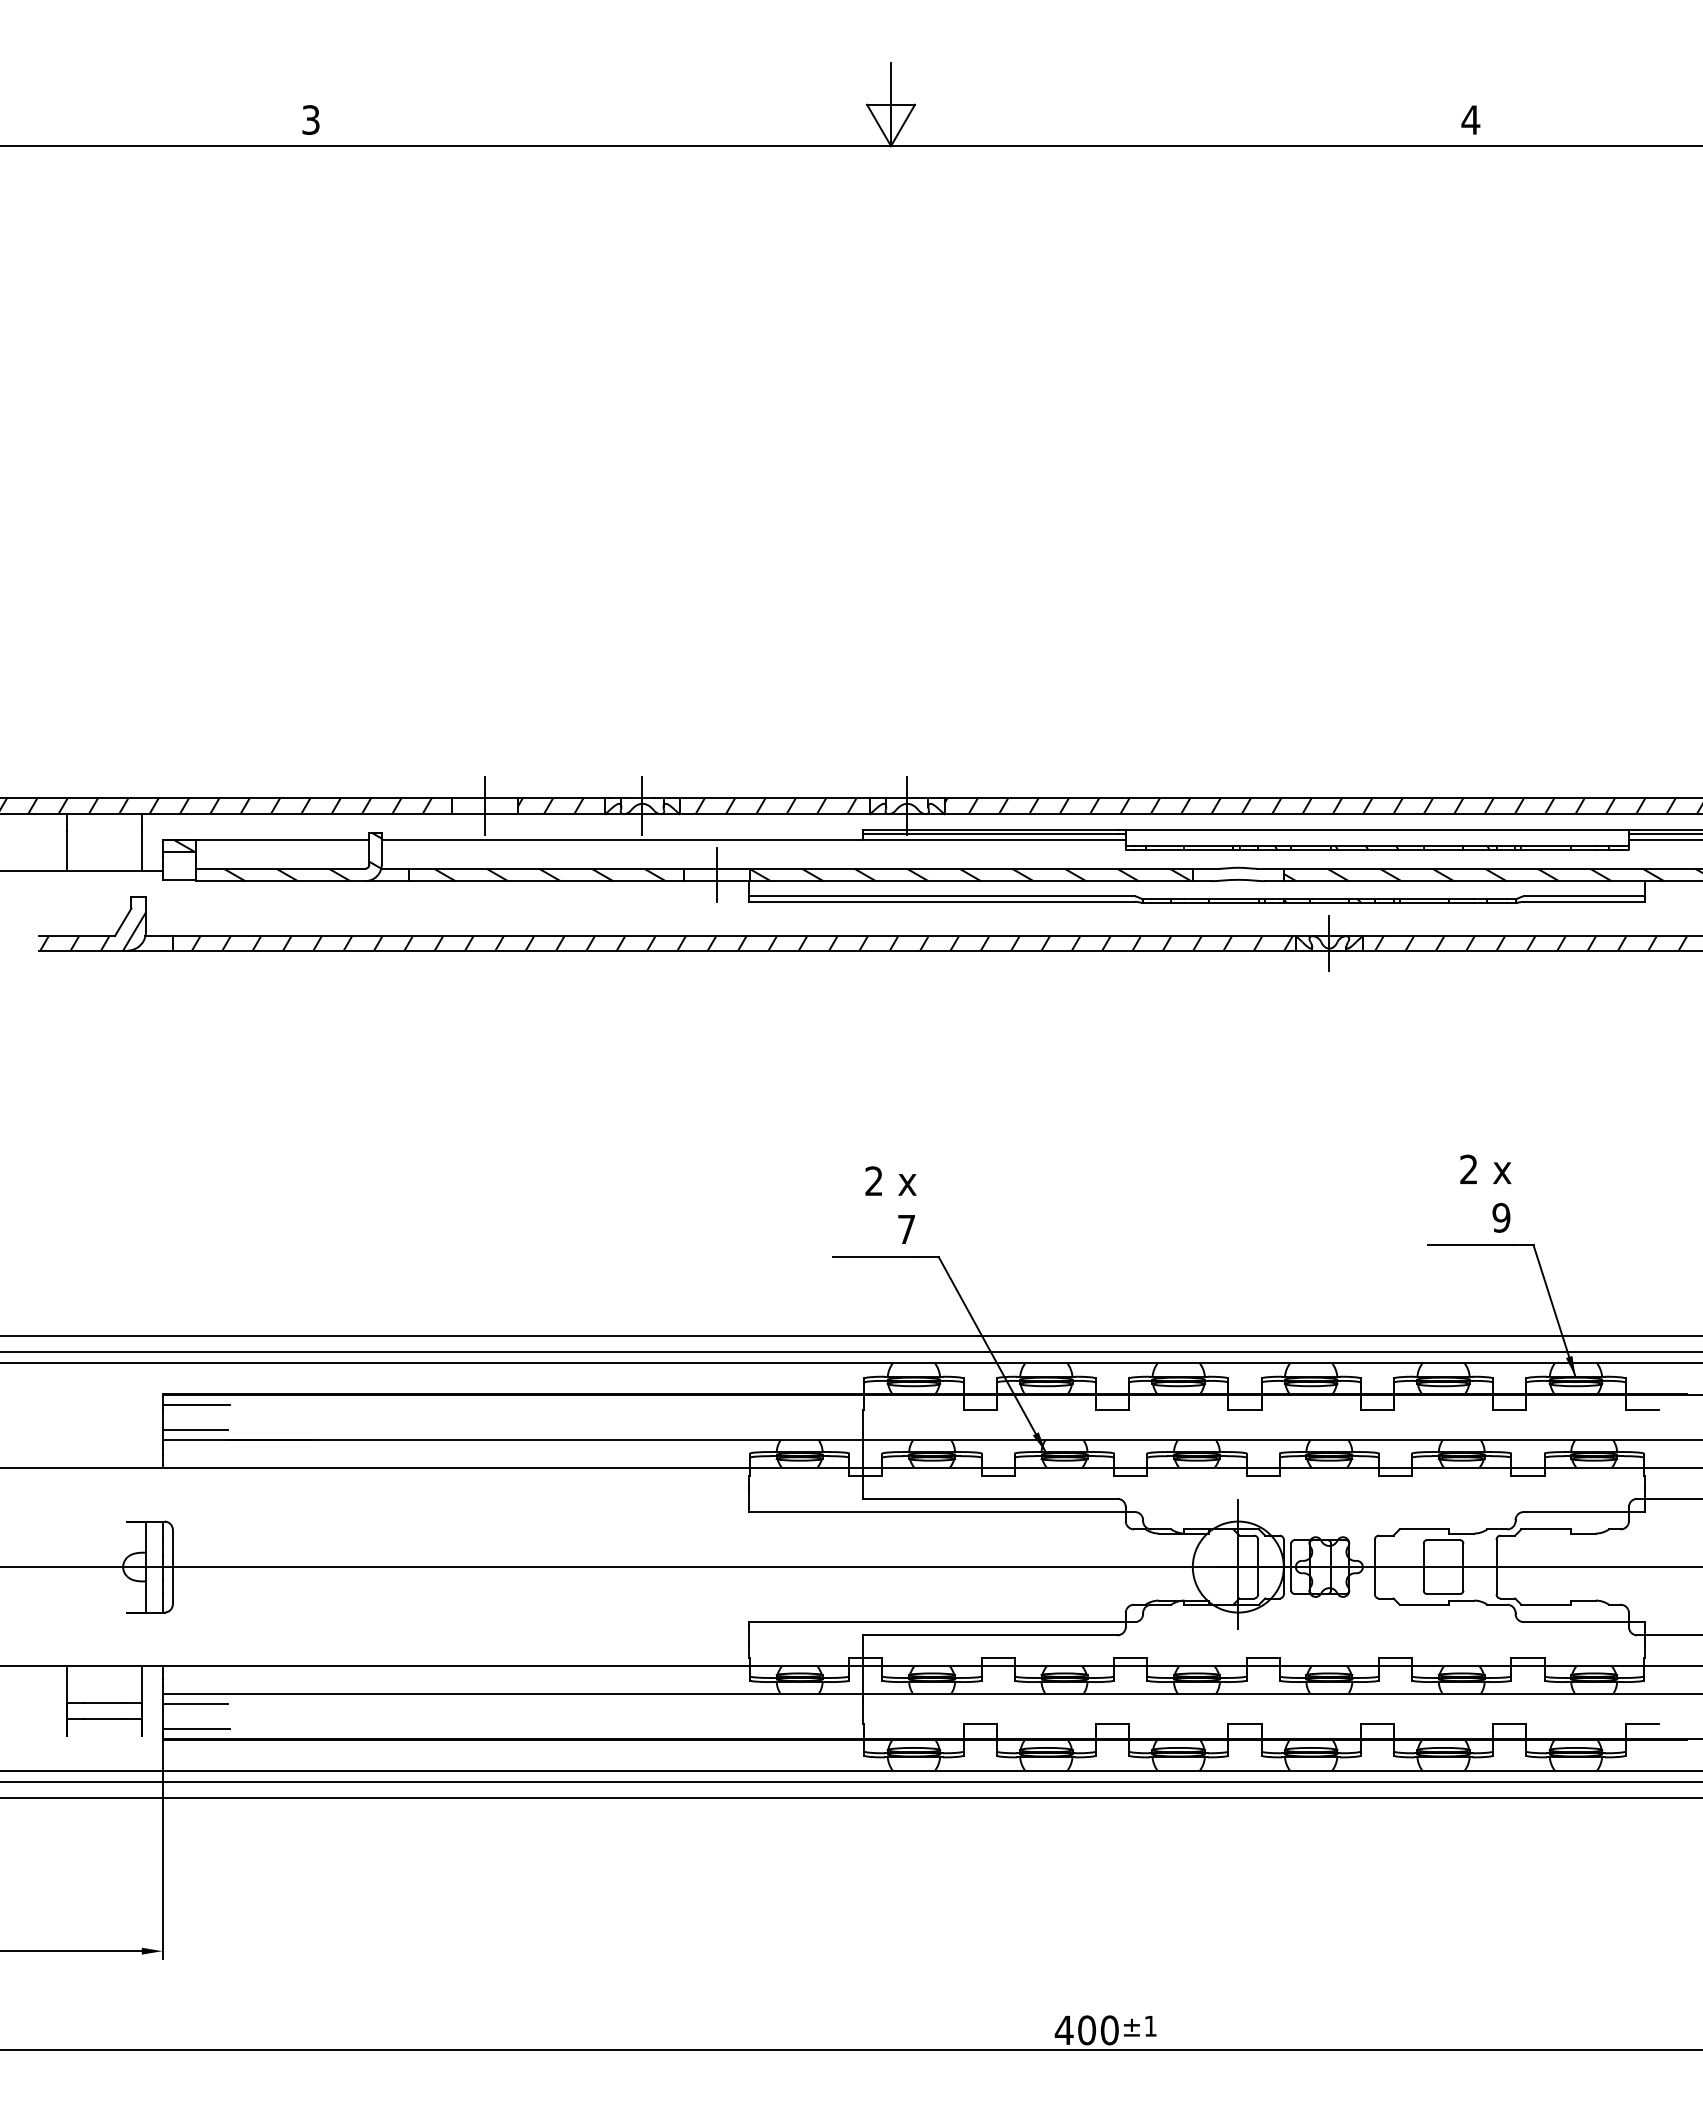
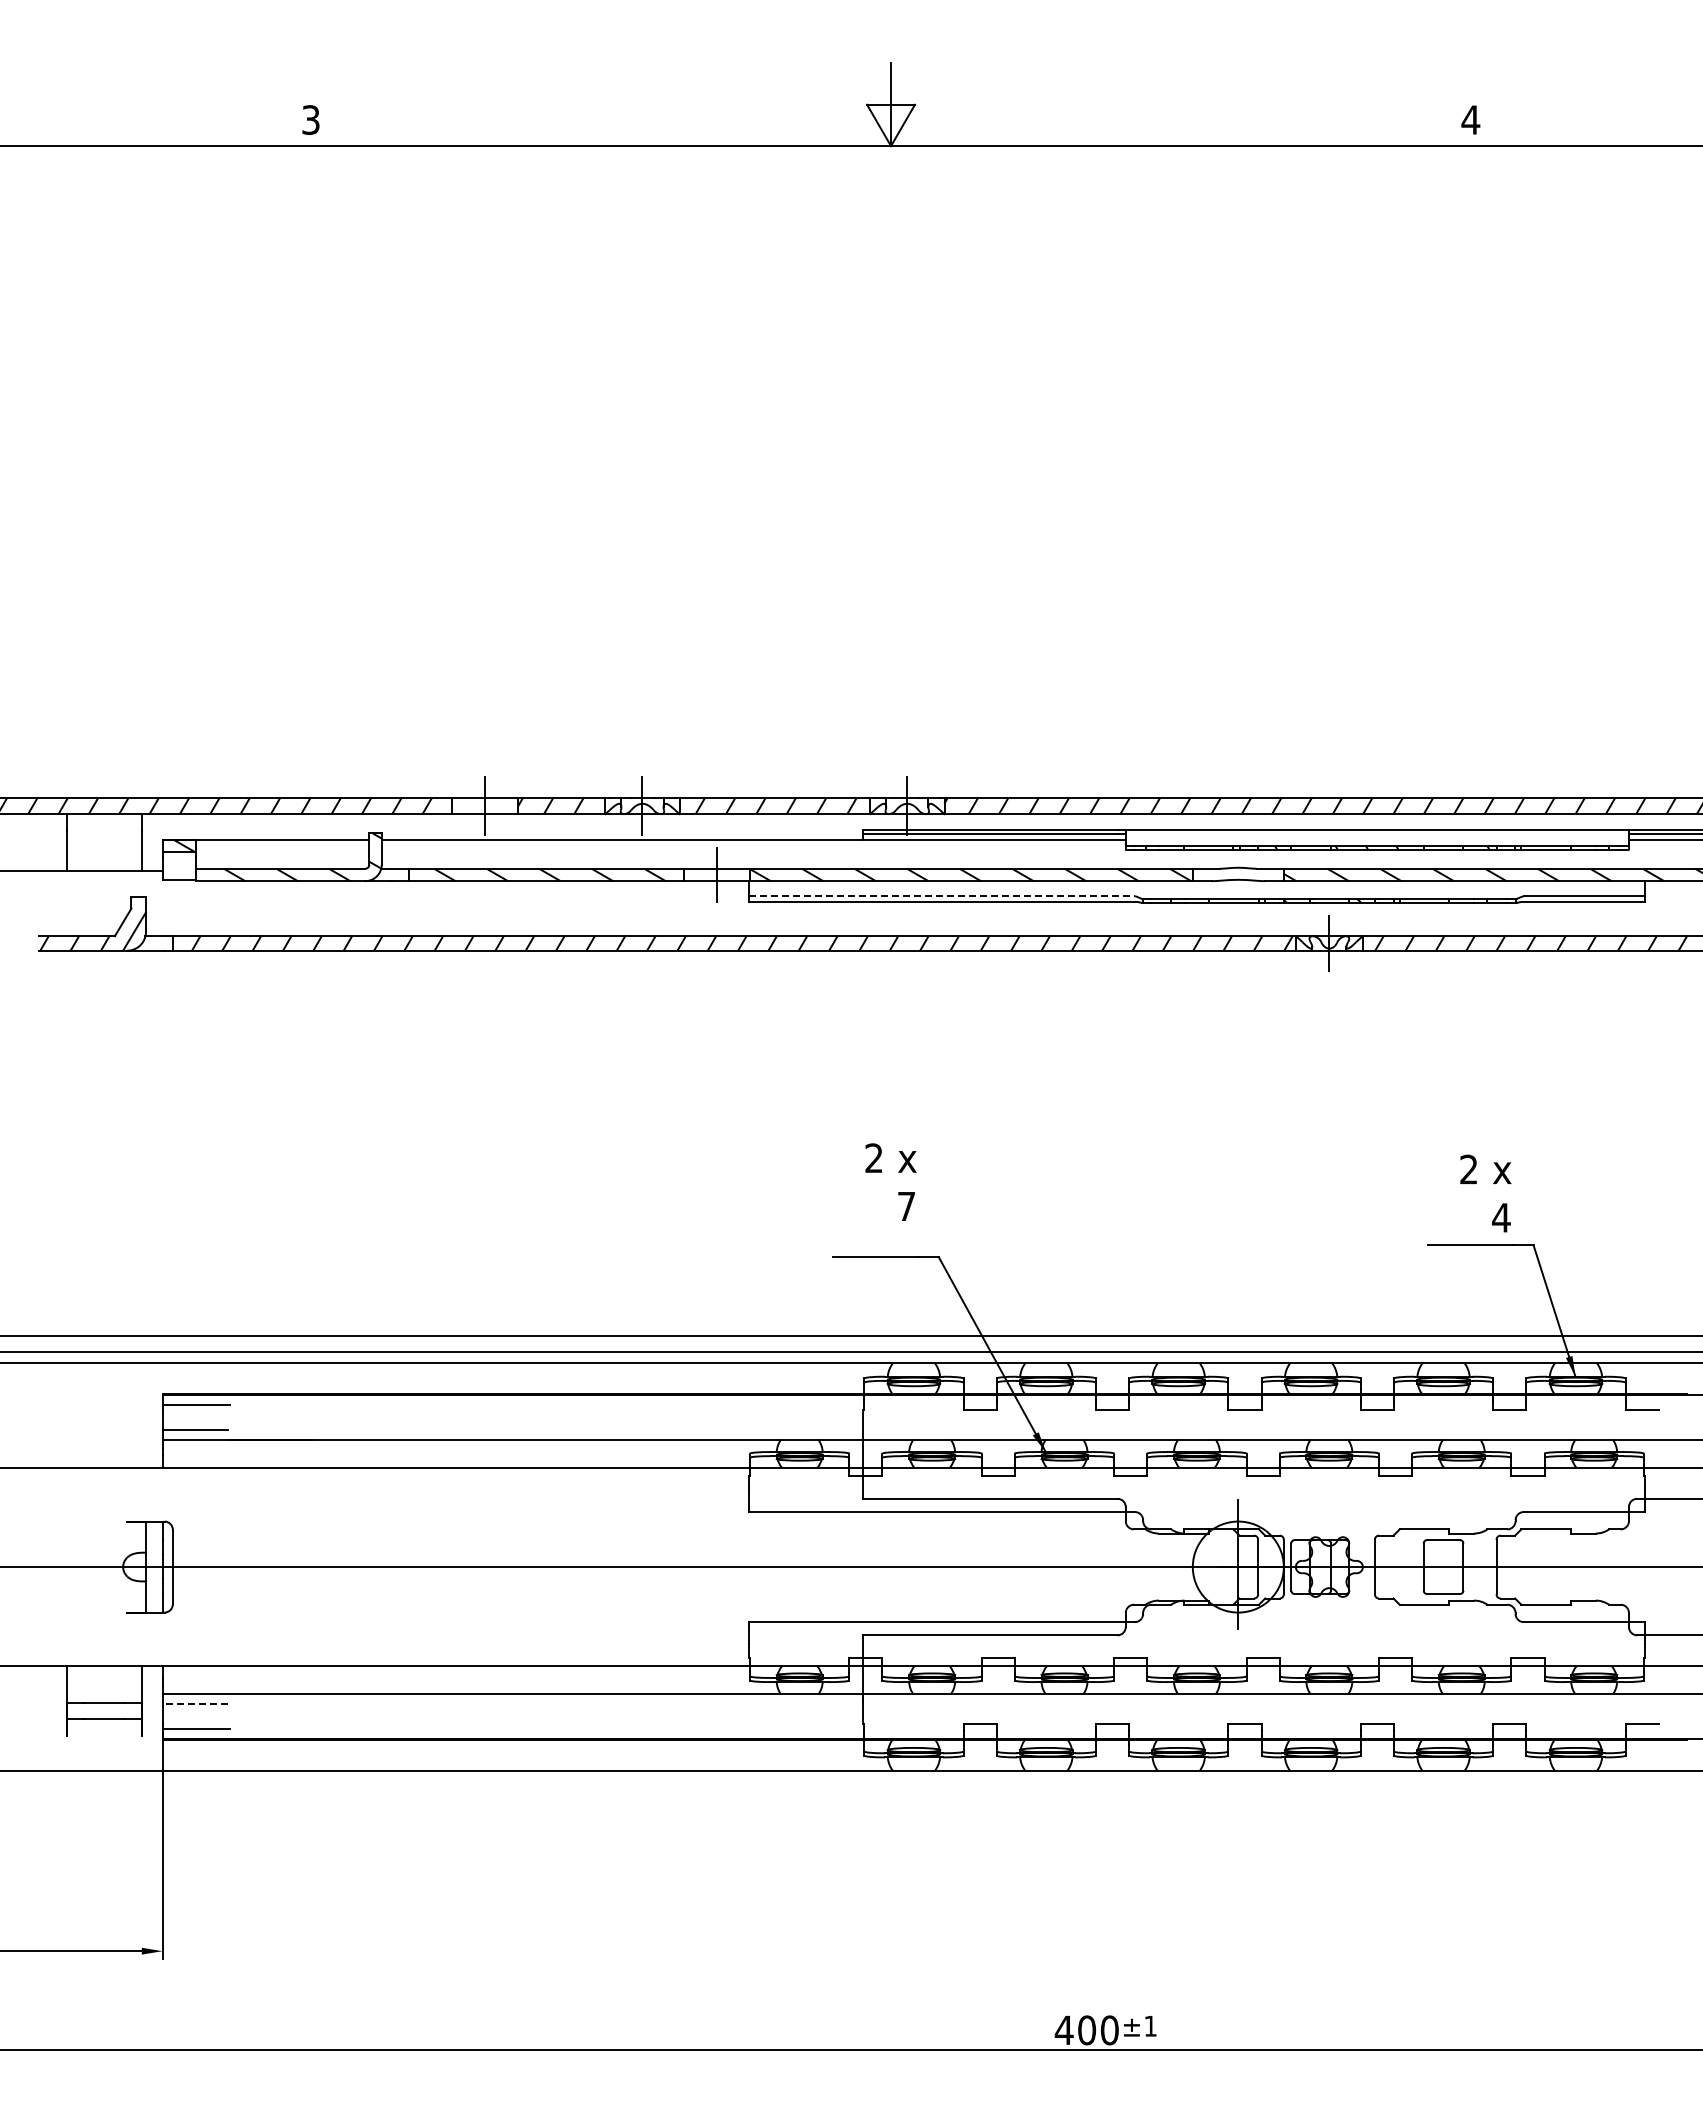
line at (942, 896): solid -> dashed
text at (890, 1204) position: (890, 1204) -> (890, 1181)
text at (1501, 1217): 9 -> 4
line at (195, 1704): solid -> dashed
line at (850, 1781): present -> none
line at (850, 1797): present -> none
